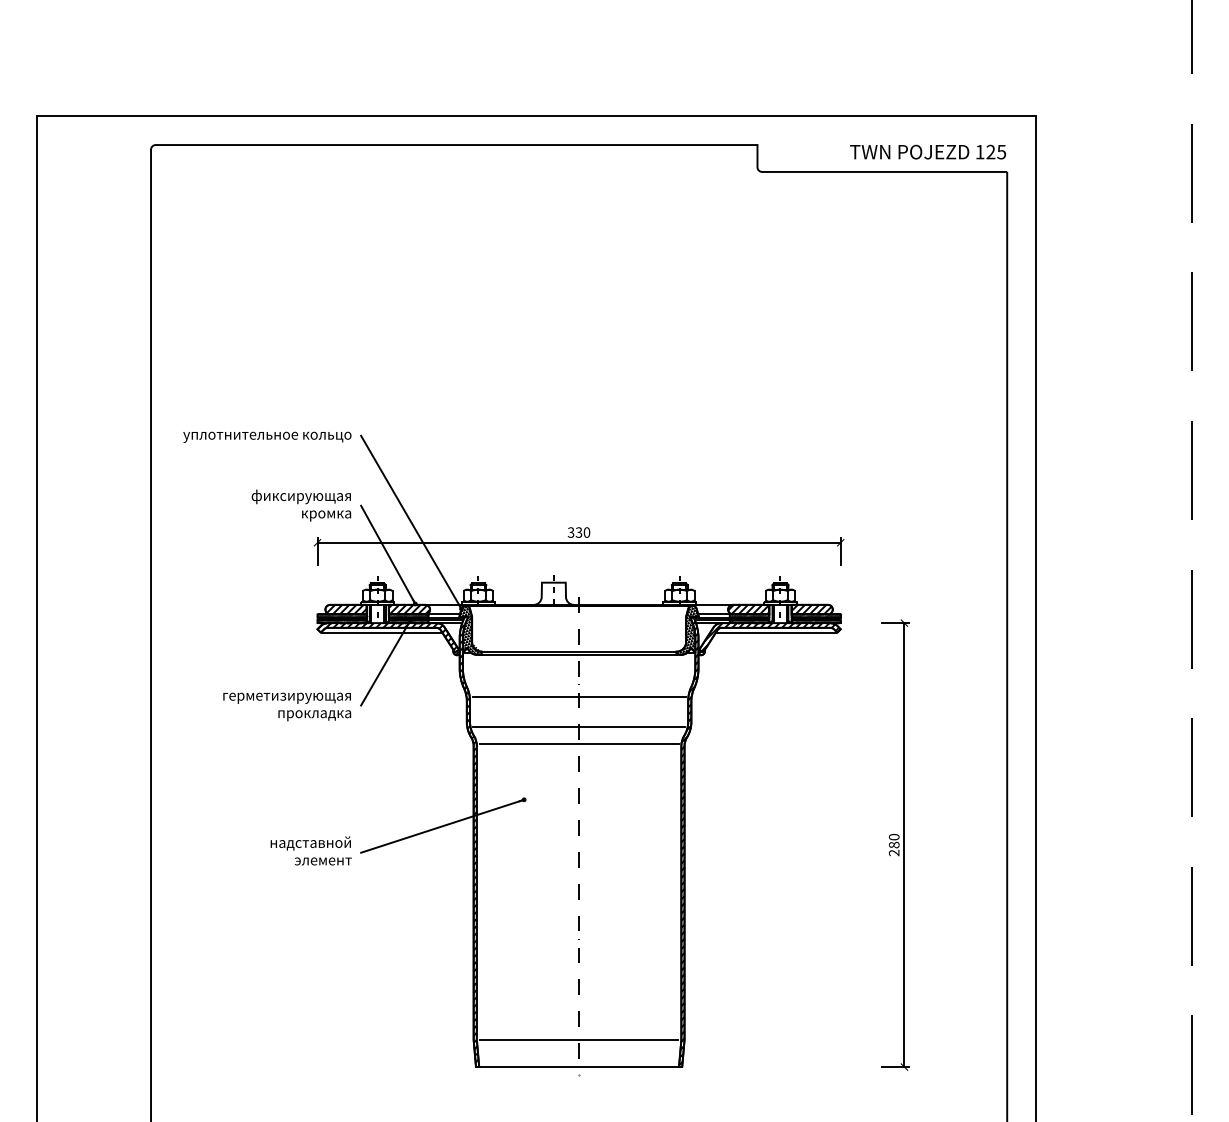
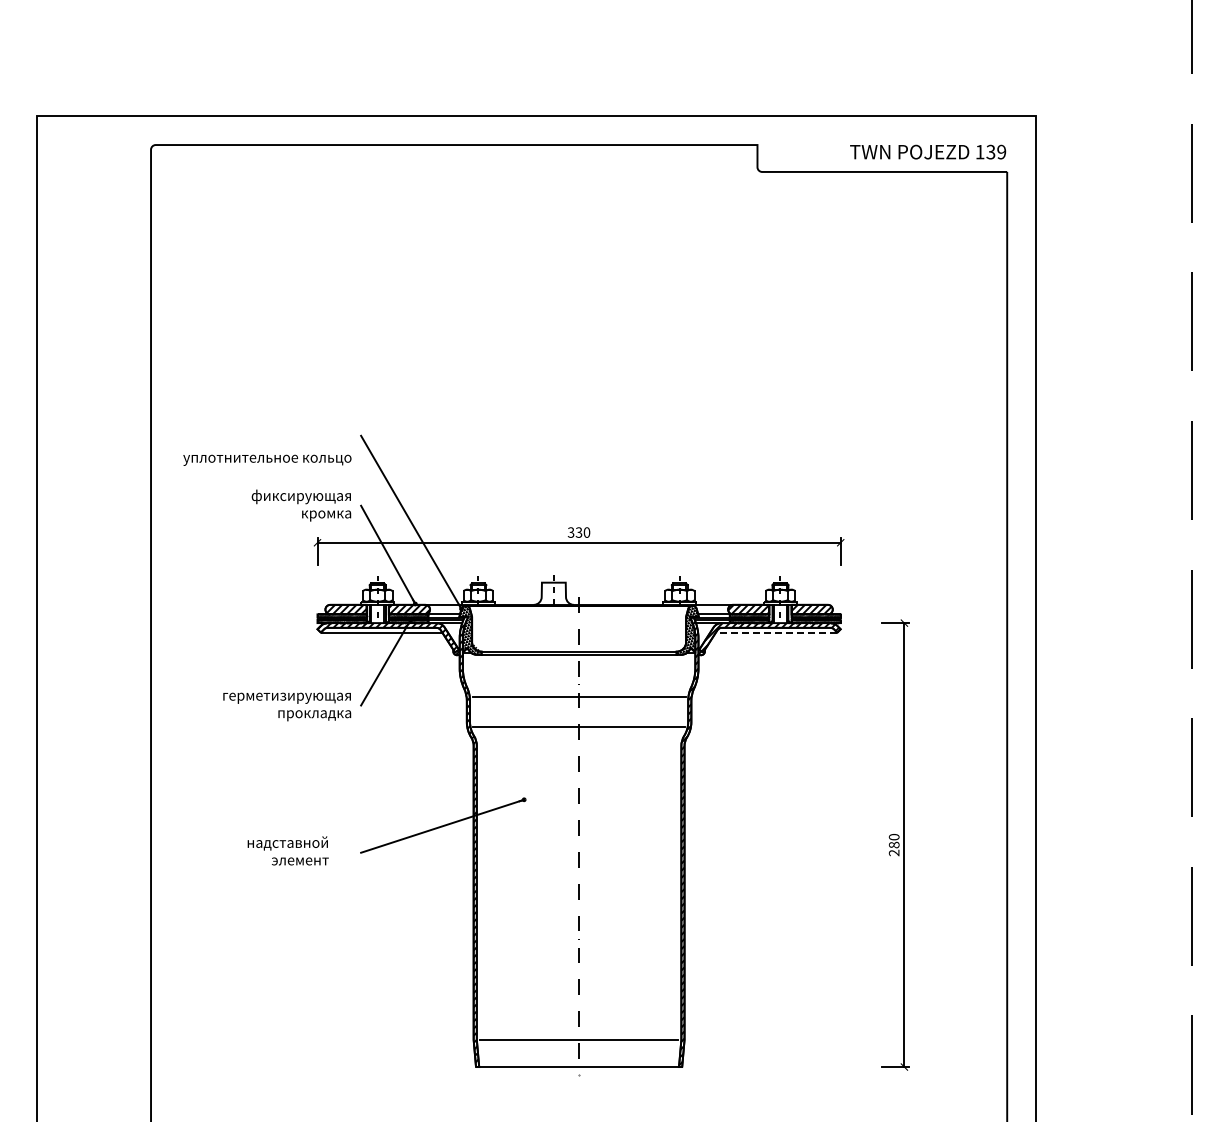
text at (996, 151): 125 -> 139
text at (267, 436) position: (267, 436) -> (267, 459)
line at (776, 632): solid -> dashed
line at (578, 743): present -> none
text at (310, 850) position: (310, 850) -> (287, 850)
